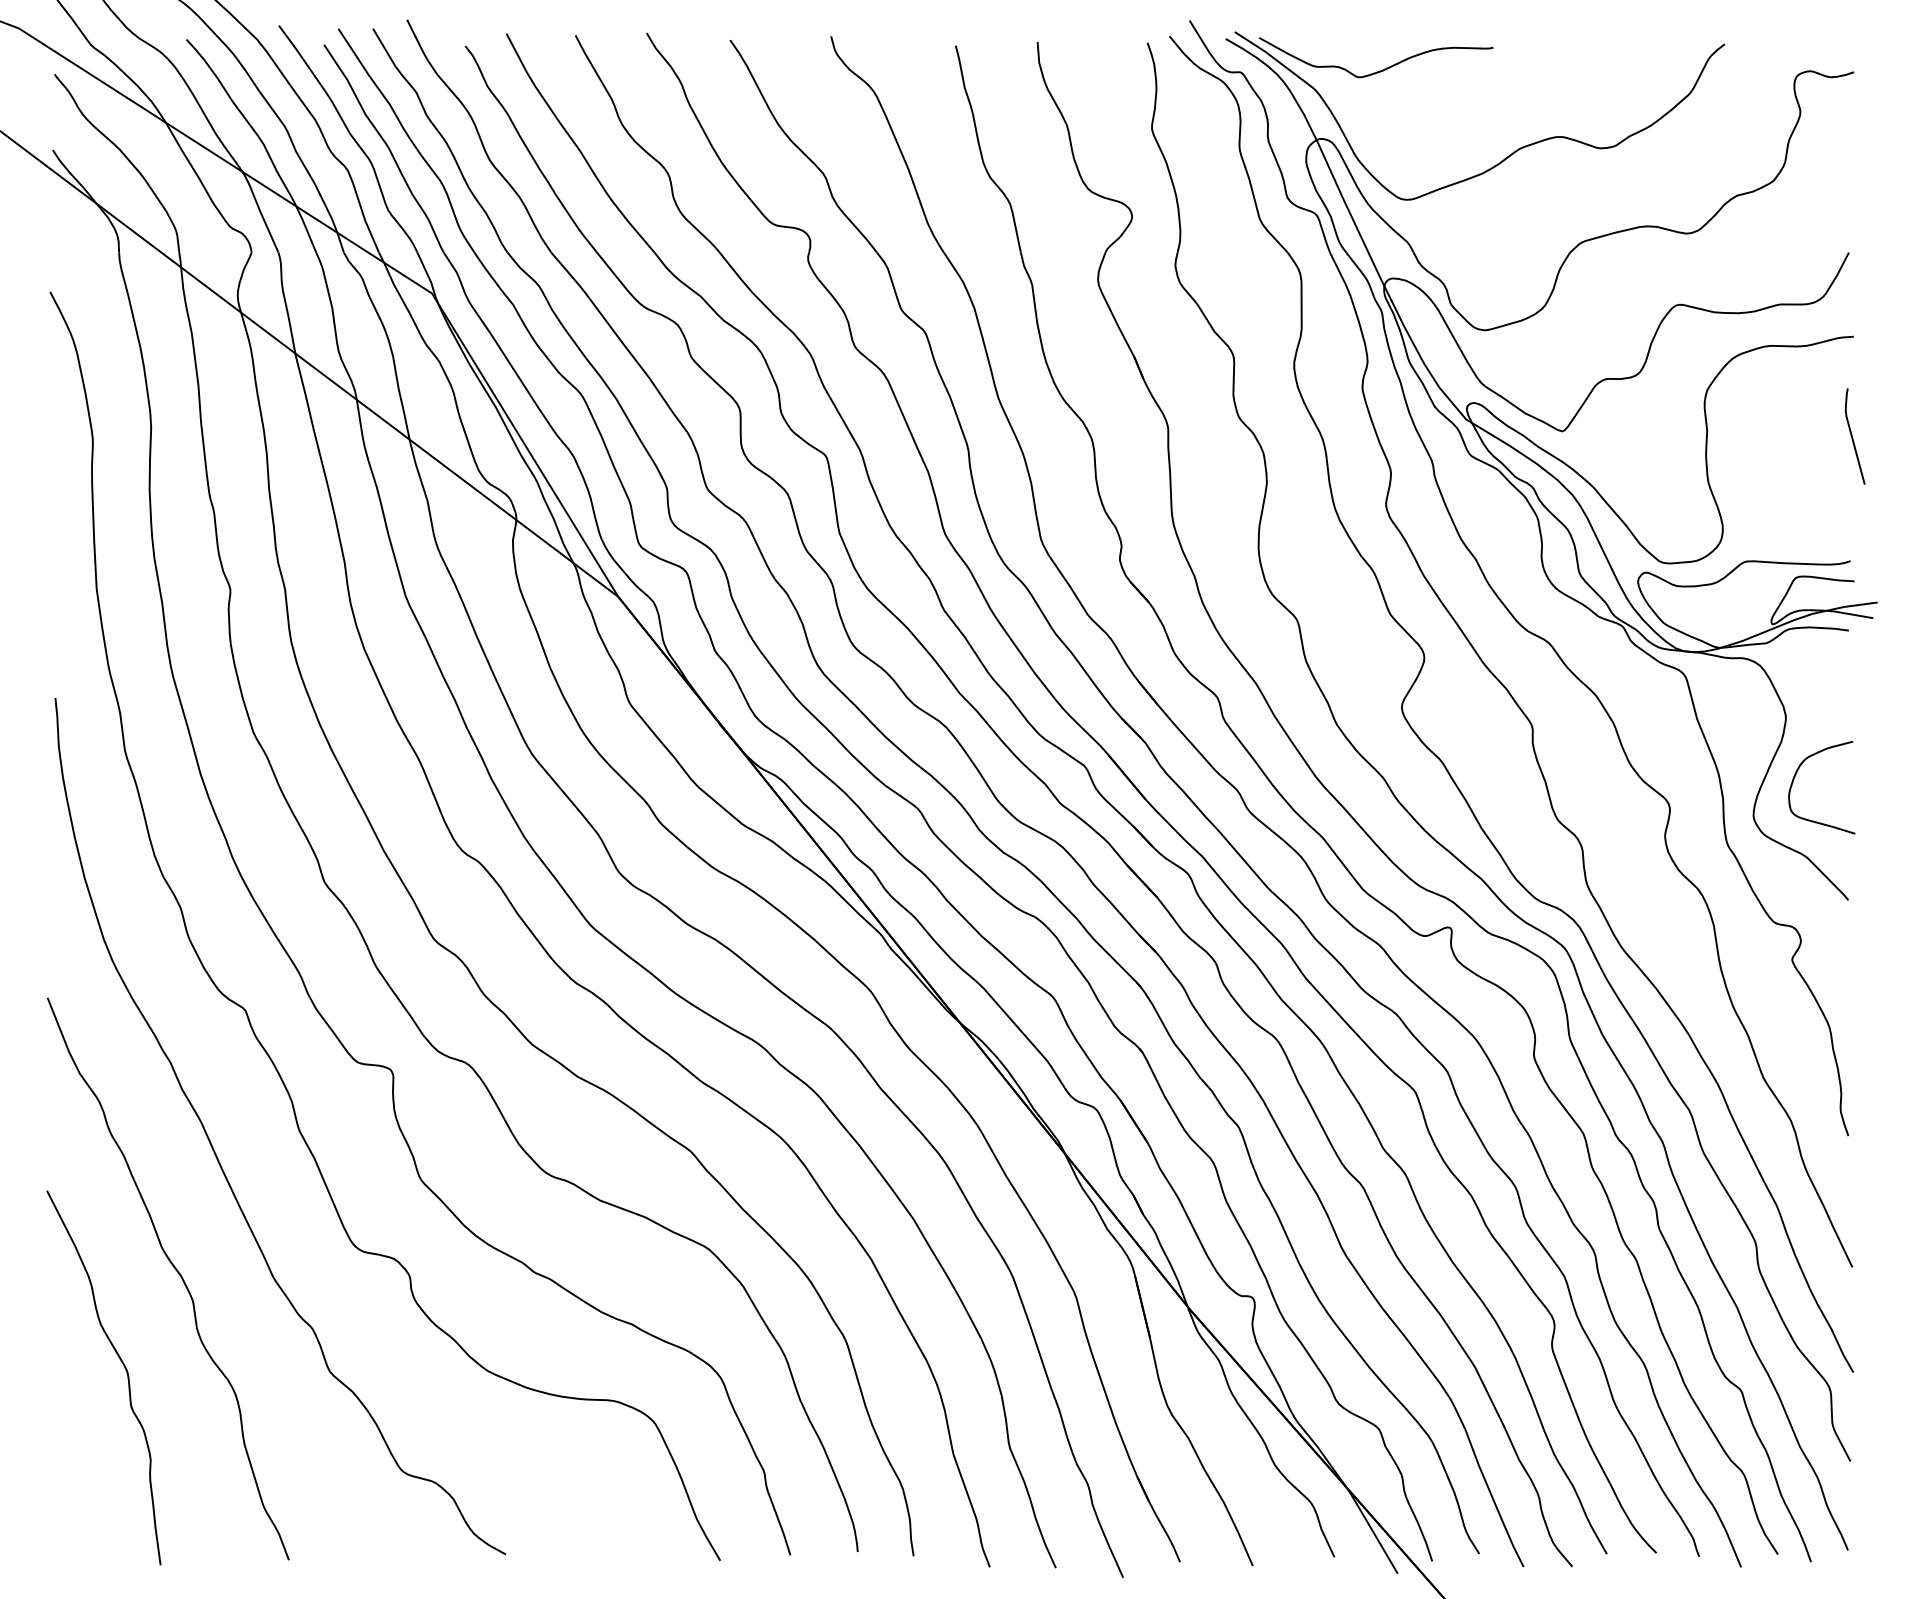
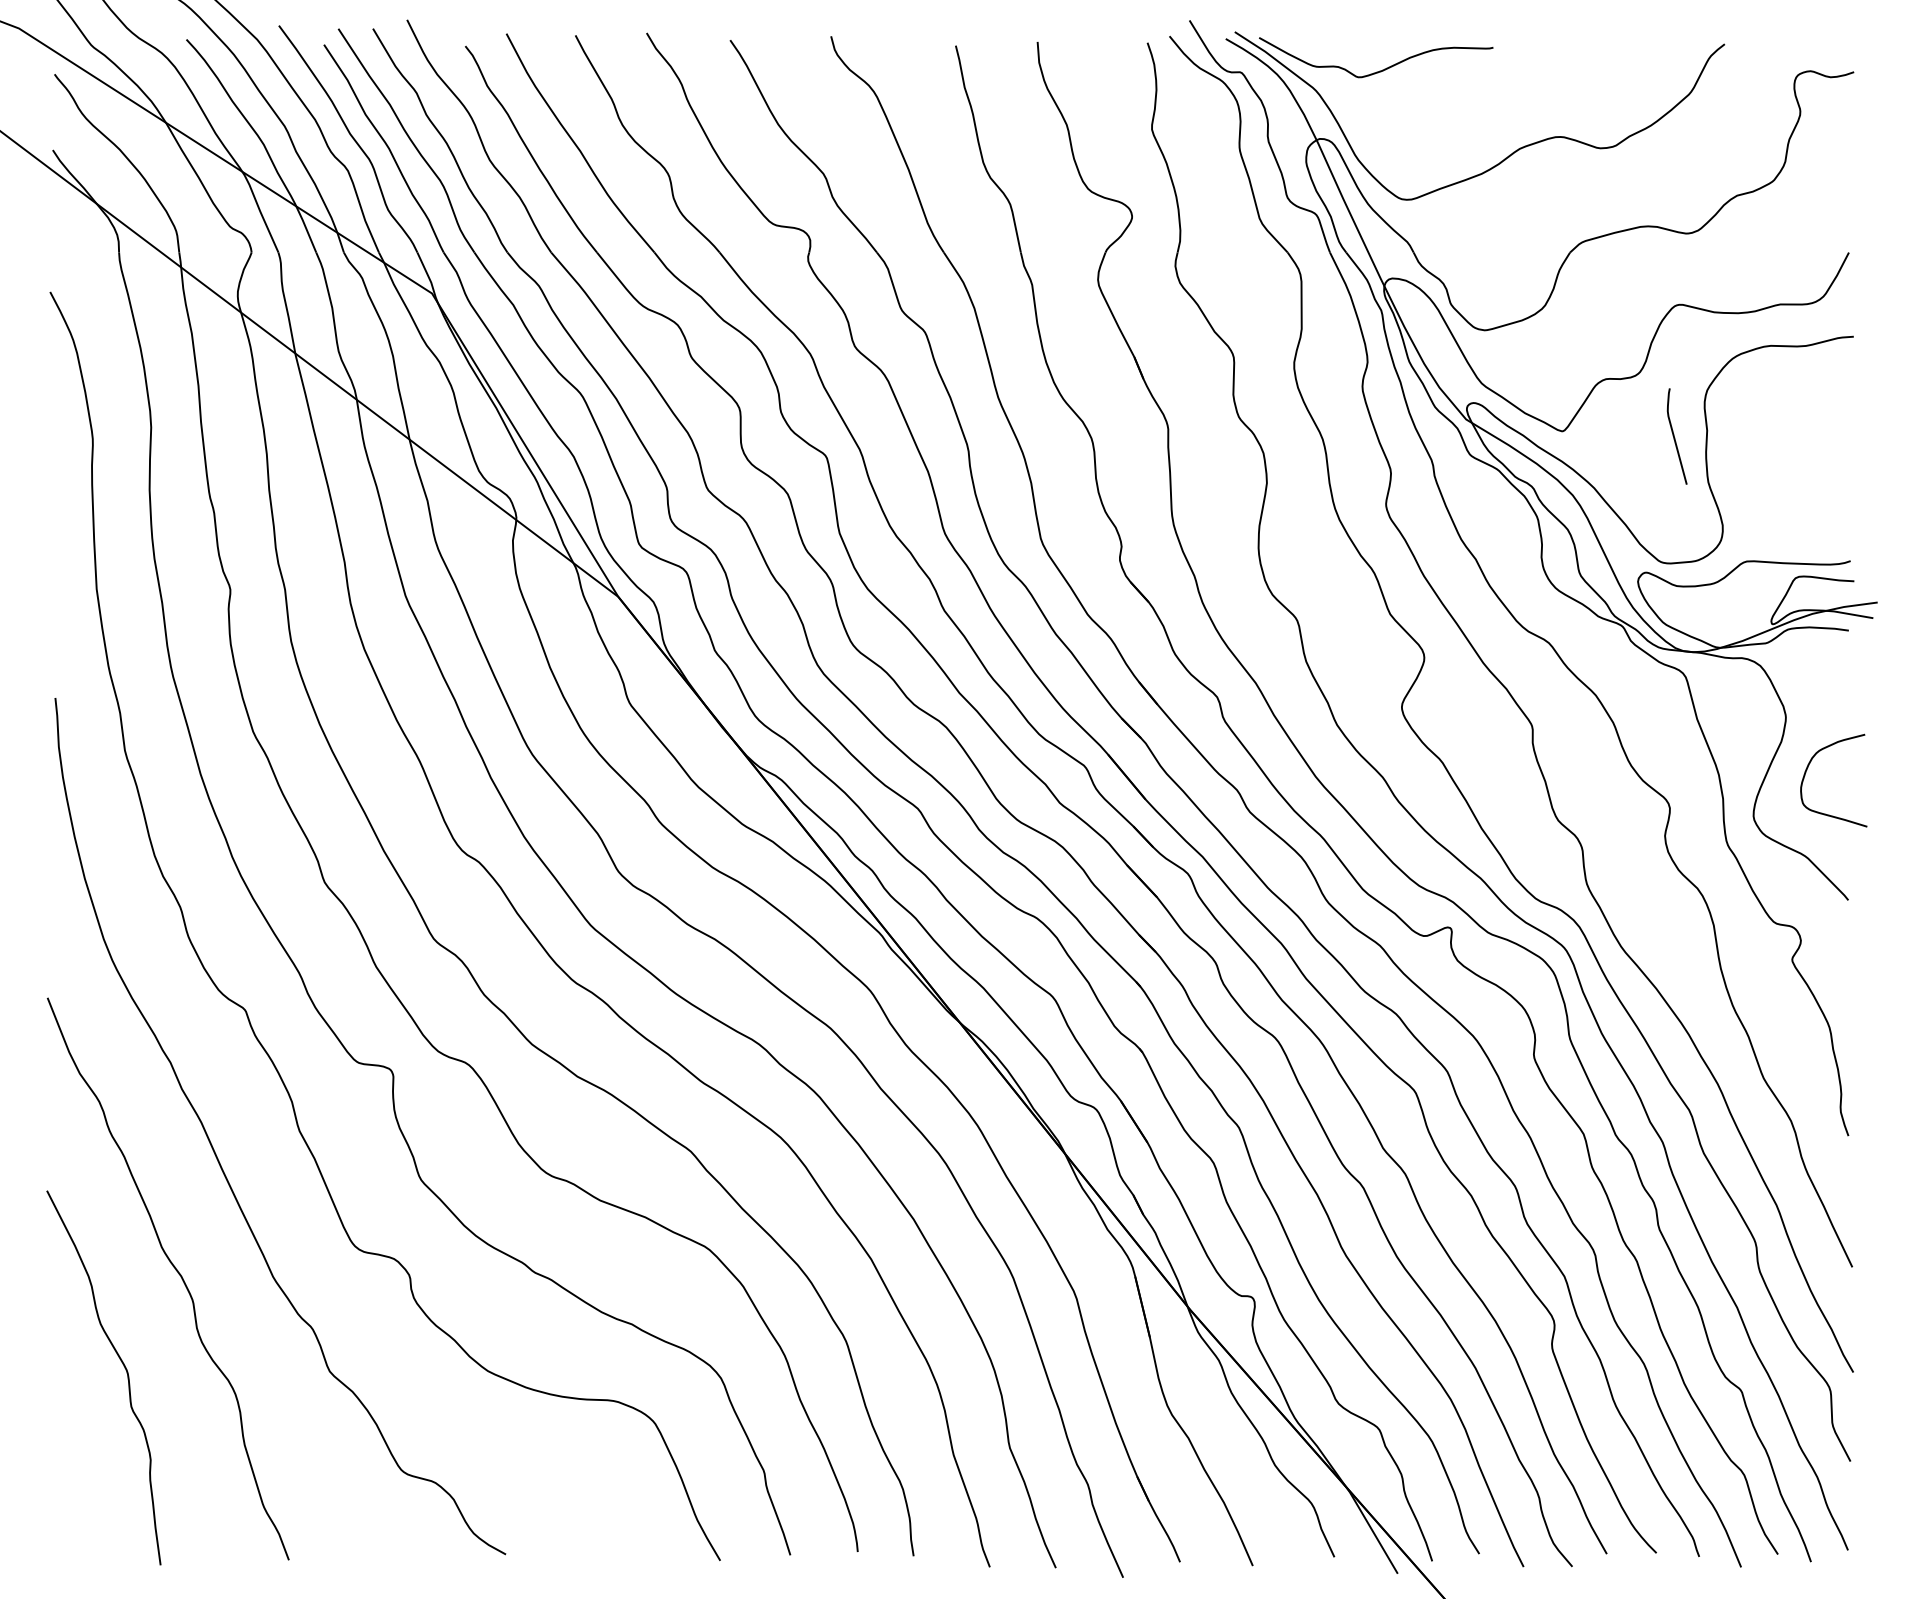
curve at (1853, 437) position: (1853, 437) -> (1675, 437)
curve at (1795, 777) position: (1795, 777) -> (1807, 770)
